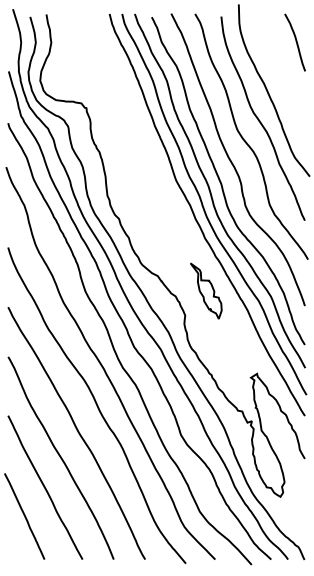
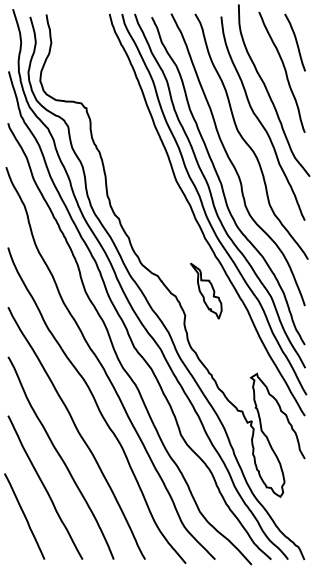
curve at (284, 71): none -> present
